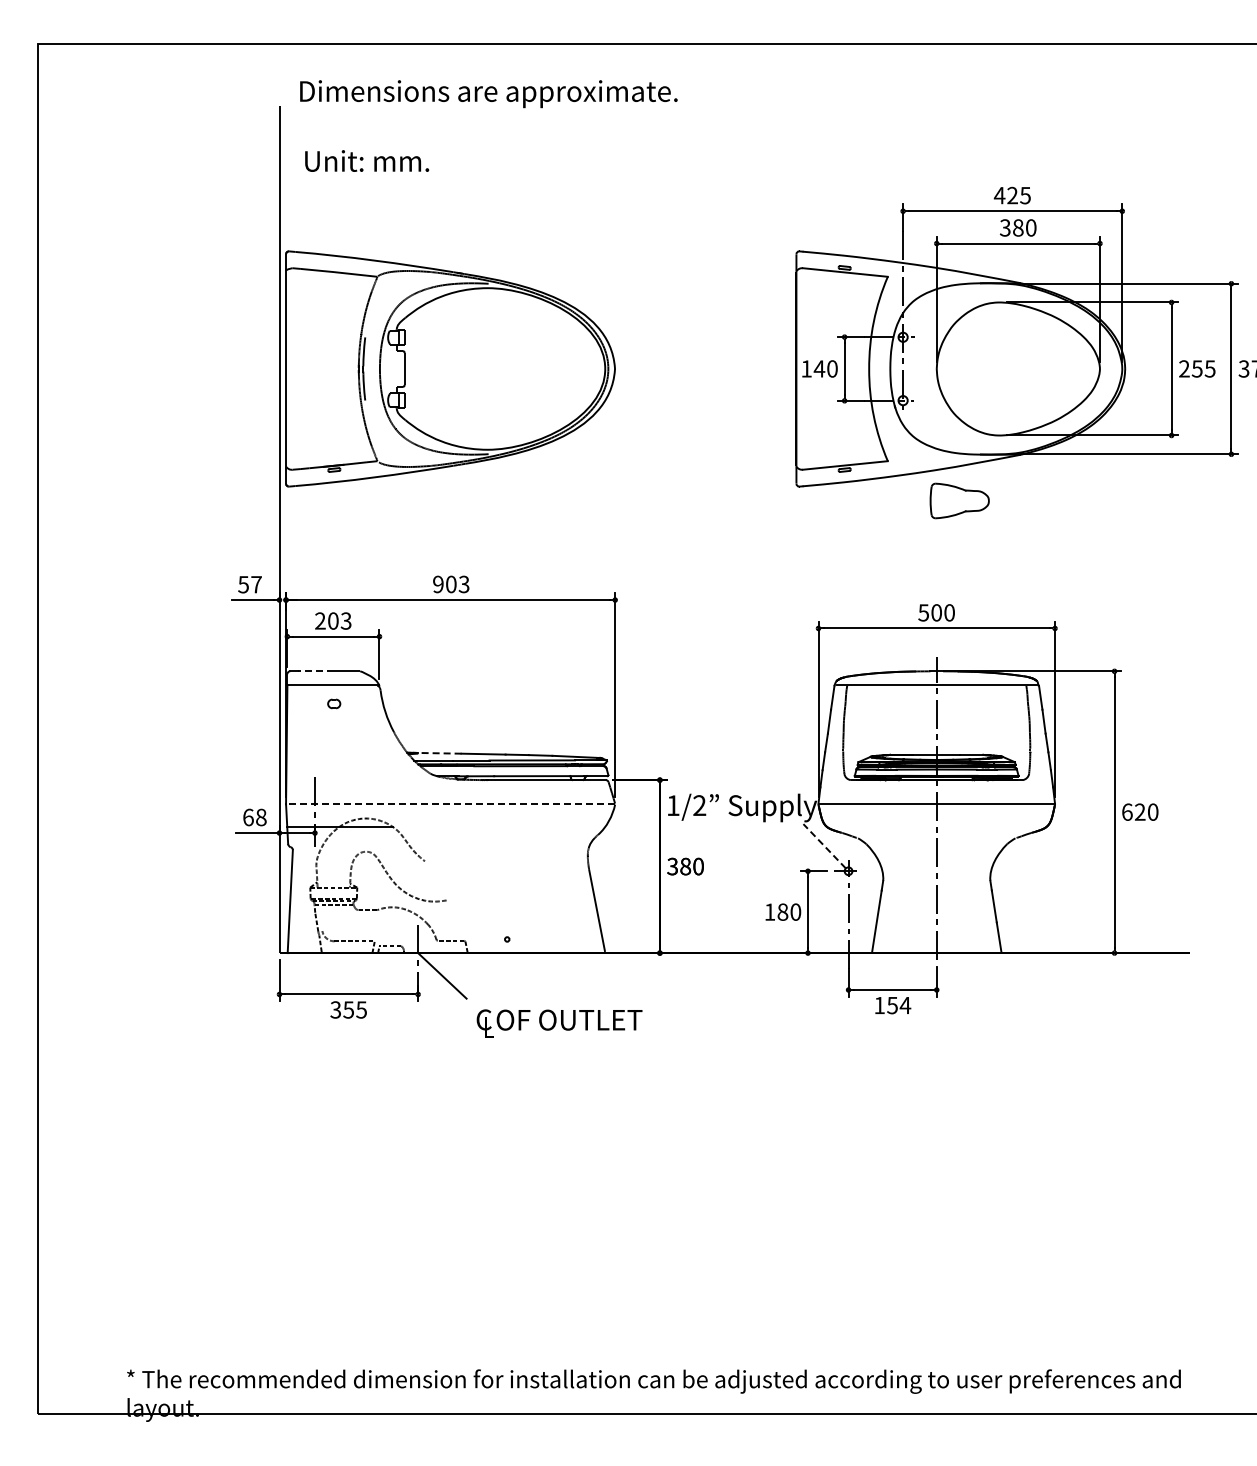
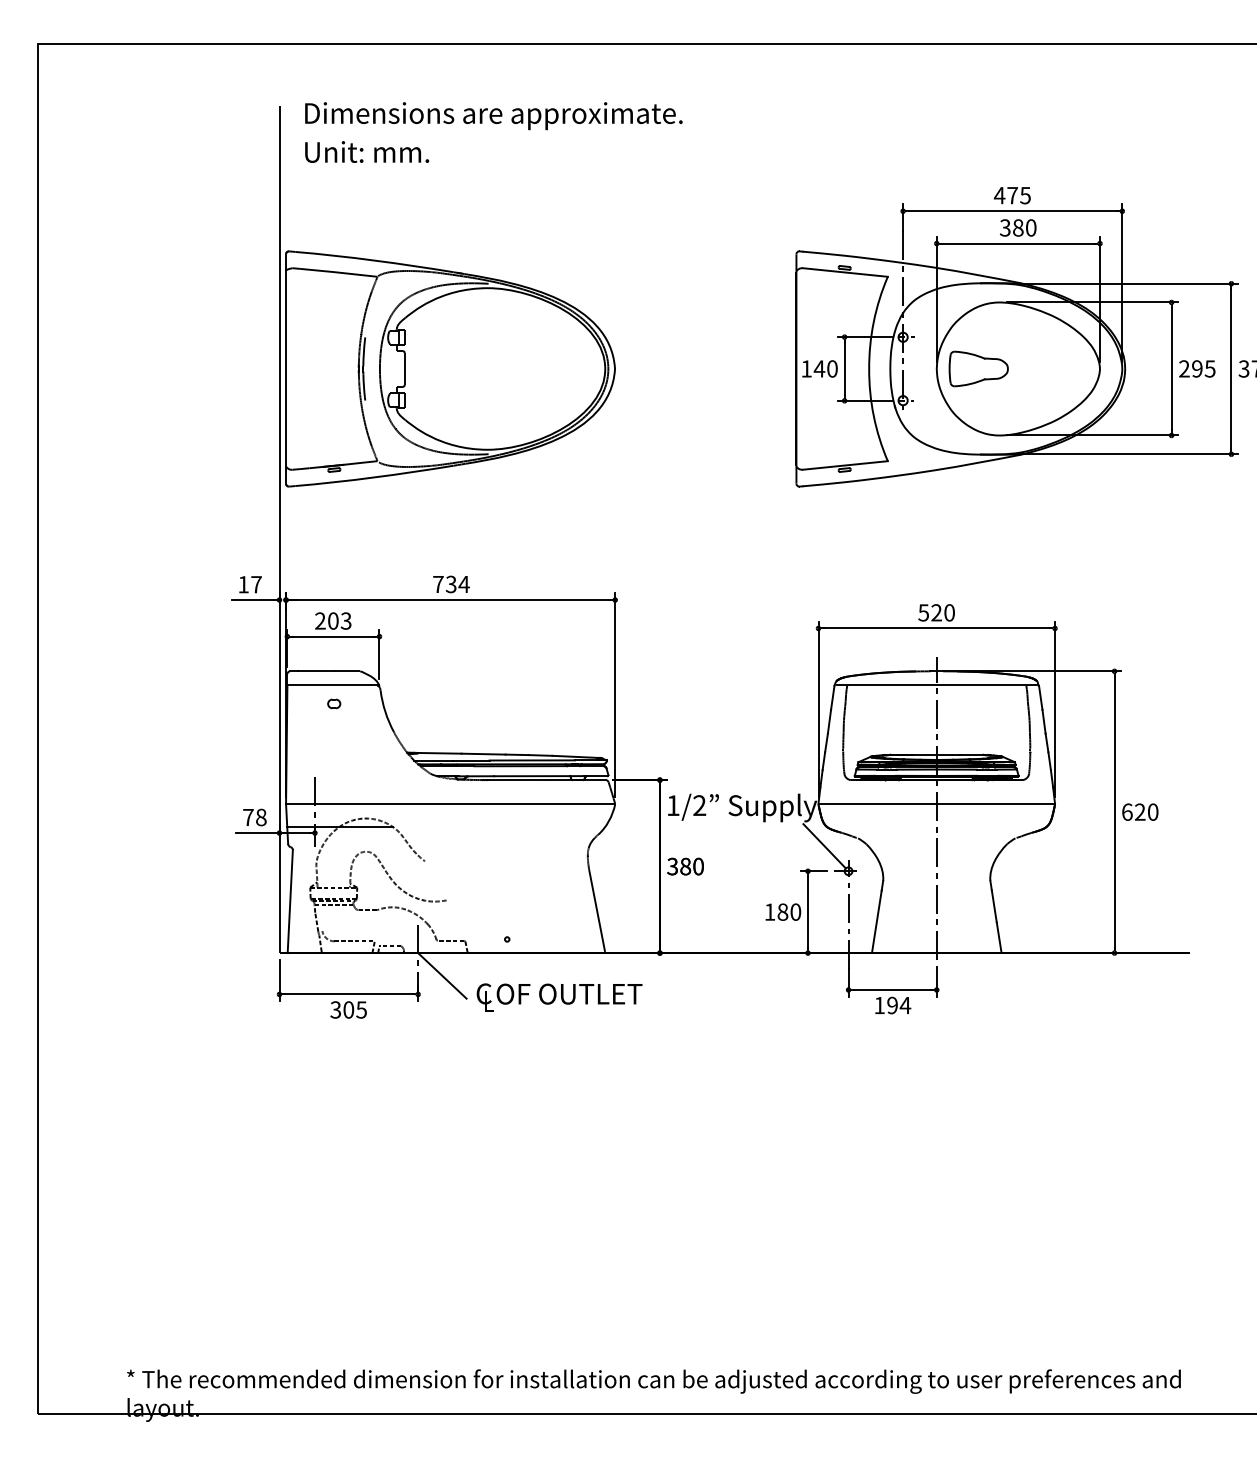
text at (488, 94) position: (488, 94) -> (493, 116)
text at (367, 160) position: (367, 160) -> (367, 151)
text at (1012, 195): 425 -> 475
text at (1196, 368): 255 -> 295
part at (959, 500) position: (959, 500) -> (978, 368)
text at (243, 584): 57 -> 17
text at (451, 584): 903 -> 734
text at (936, 612): 500 -> 520
line at (315, 671): dashed -> solid
line at (439, 753): dashed -> solid
line at (450, 804): dashed -> solid
text at (248, 817): 68 -> 78
line at (824, 846): dashed -> solid
text at (892, 1005): 154 -> 194
text at (348, 1009): 355 -> 305
text at (559, 1023) position: (559, 1023) -> (559, 997)
